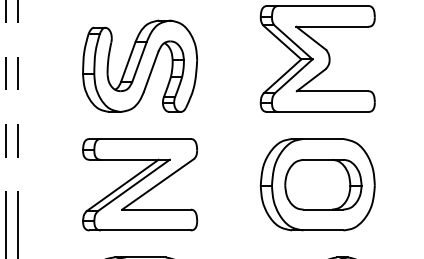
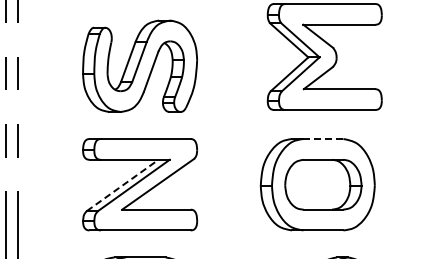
part at (317, 58) position: (317, 58) -> (324, 56)
line at (323, 139): solid -> dashed
line at (123, 185): solid -> dashed
